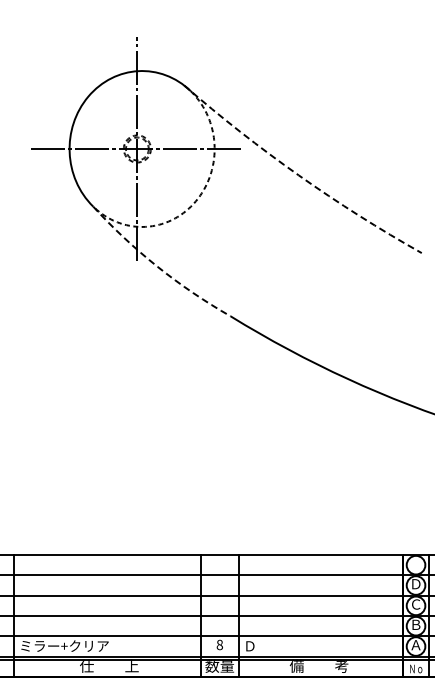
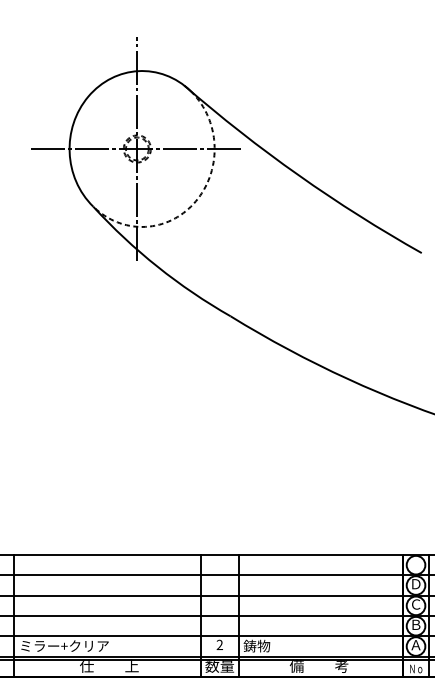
arc at (298, 175): dashed -> solid
arc at (157, 266): dashed -> solid
text at (219, 645): 8 -> 2
text at (256, 645): Ｄ -> 鋳物
